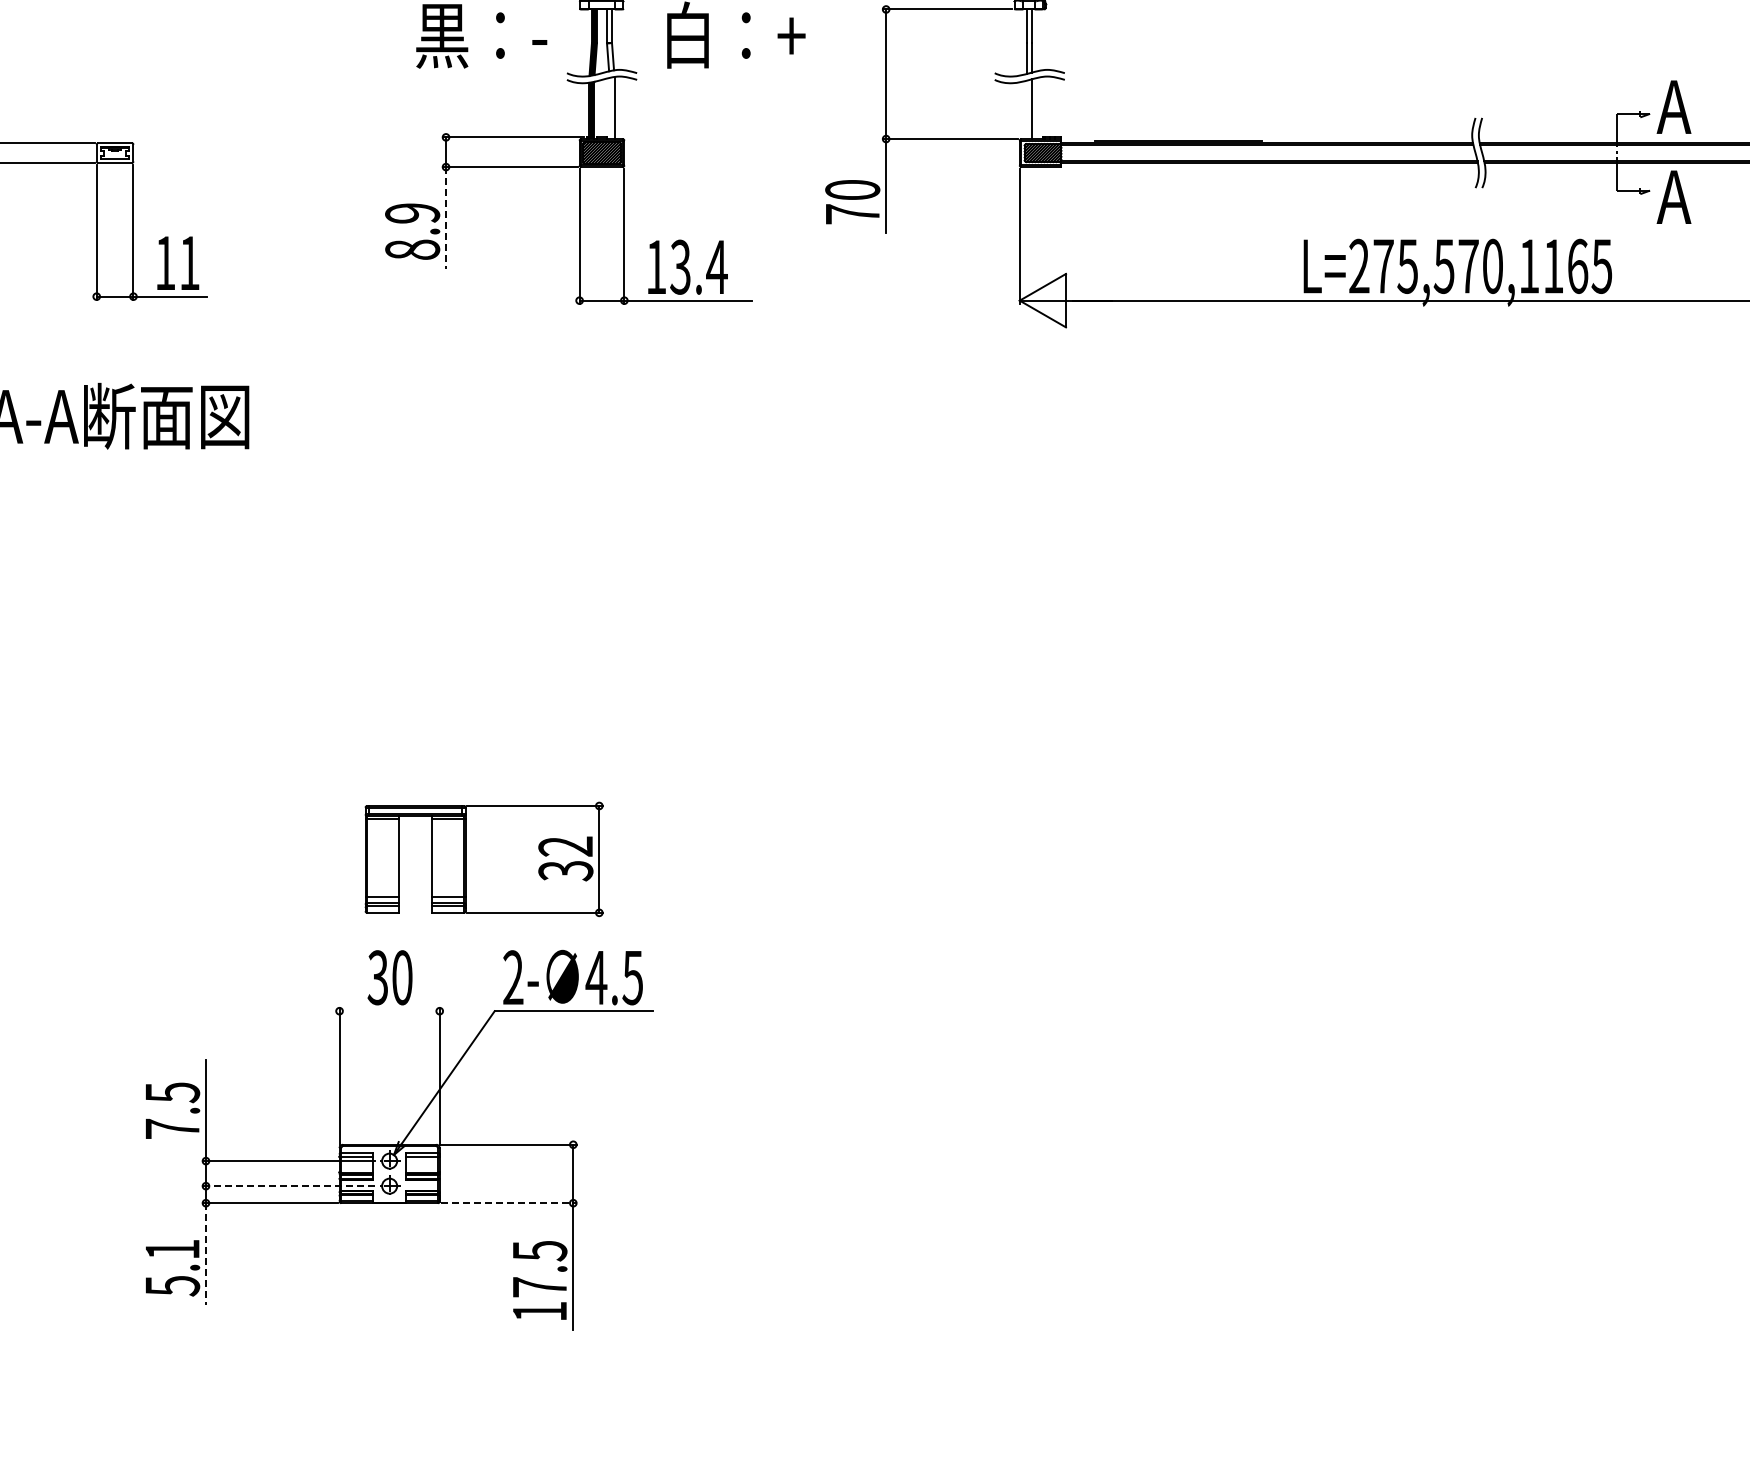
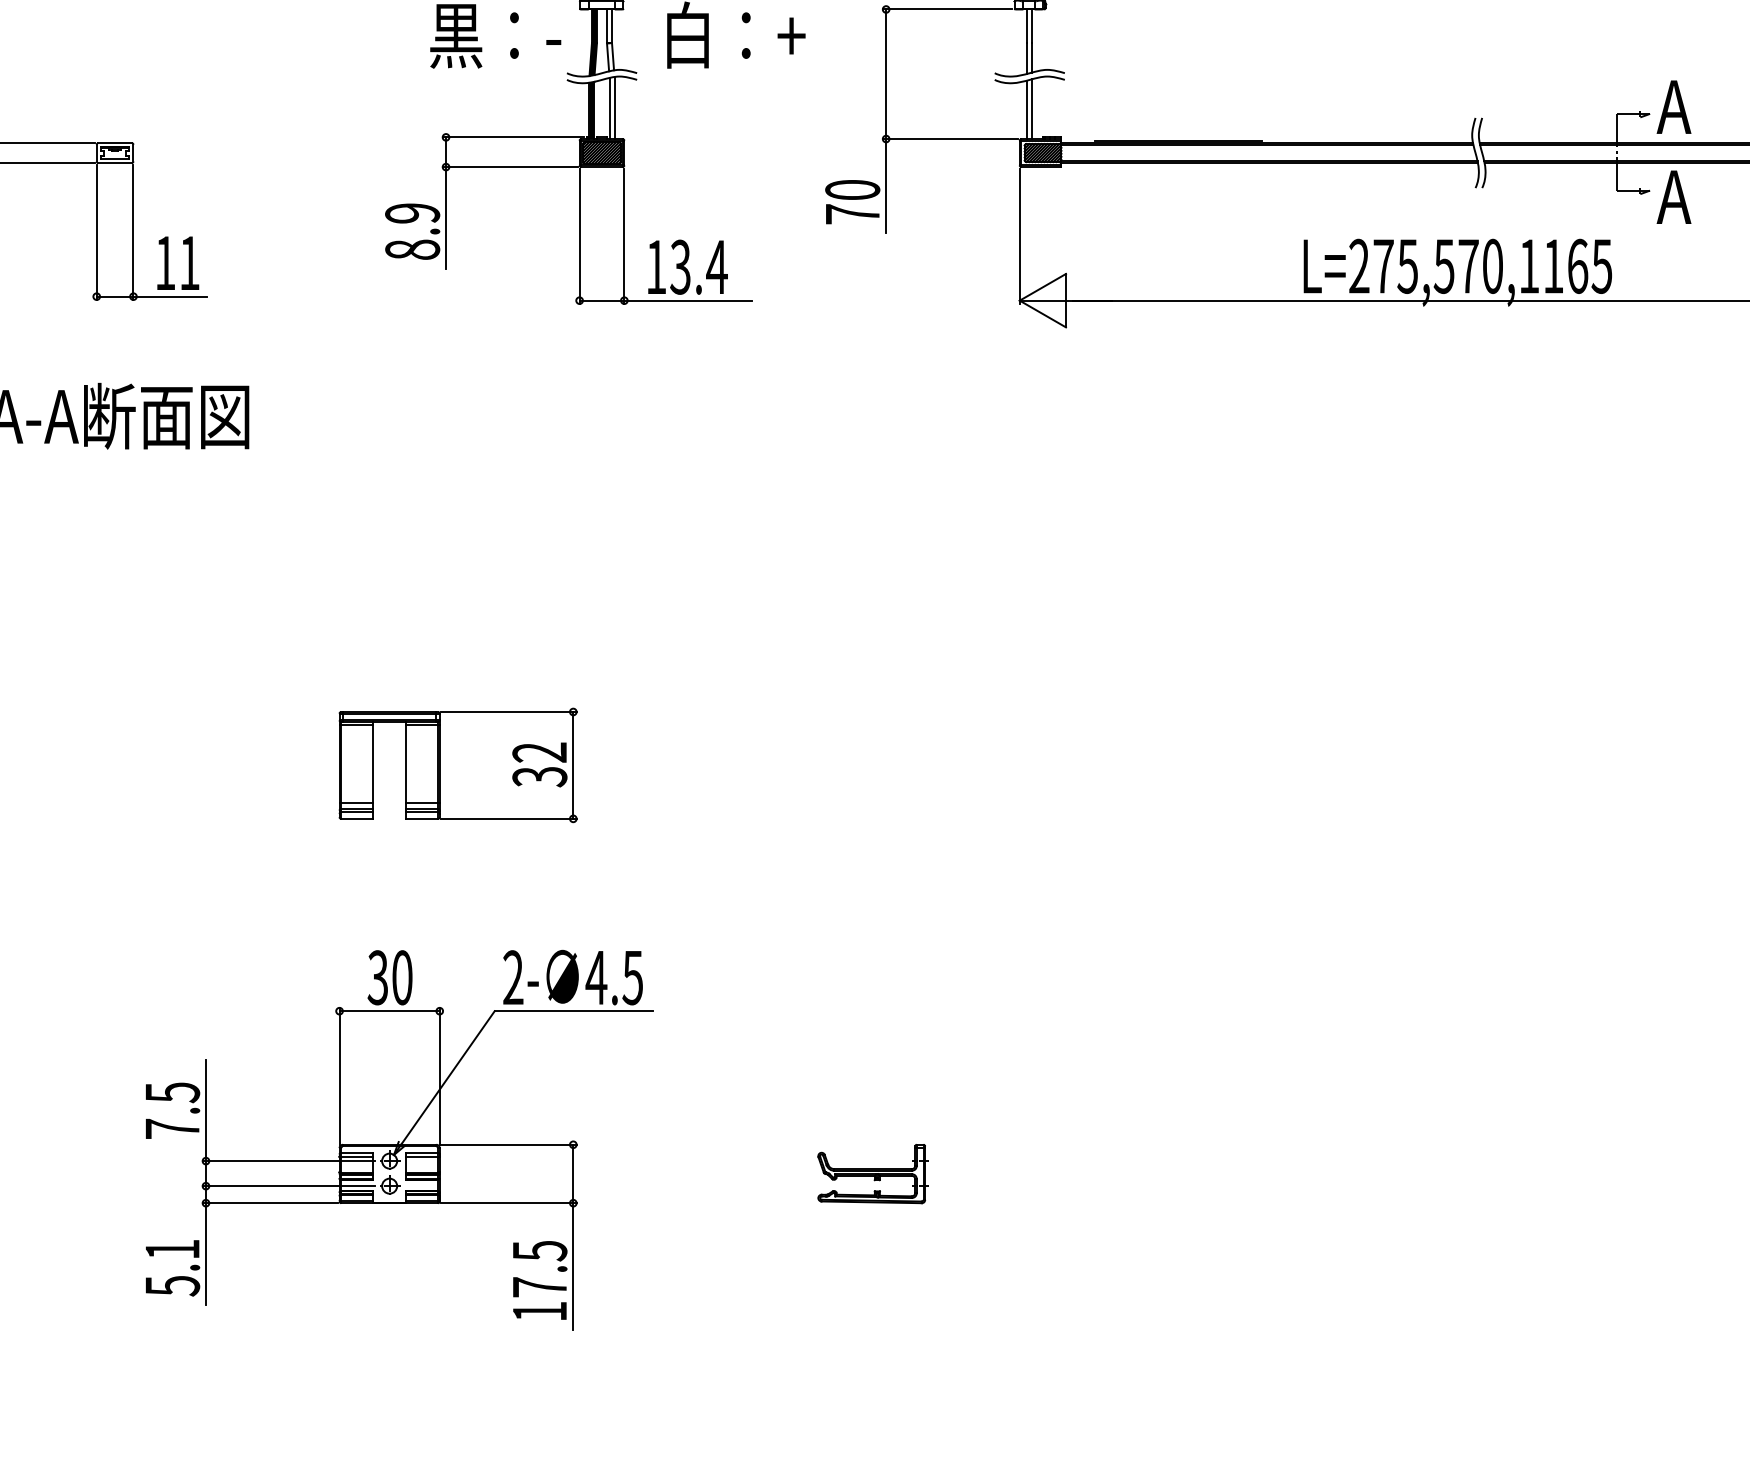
text at (481, 36) position: (481, 36) -> (495, 36)
line at (609, 108): none -> present
line at (1027, 109): none -> present
line at (446, 217): dashed -> solid
part at (483, 859) position: (483, 859) -> (457, 765)
line at (389, 1011): none -> present
part at (872, 1174): none -> present
line at (288, 1186): dashed -> solid
line at (509, 1203): dashed -> solid
line at (205, 1253): dashed -> solid
